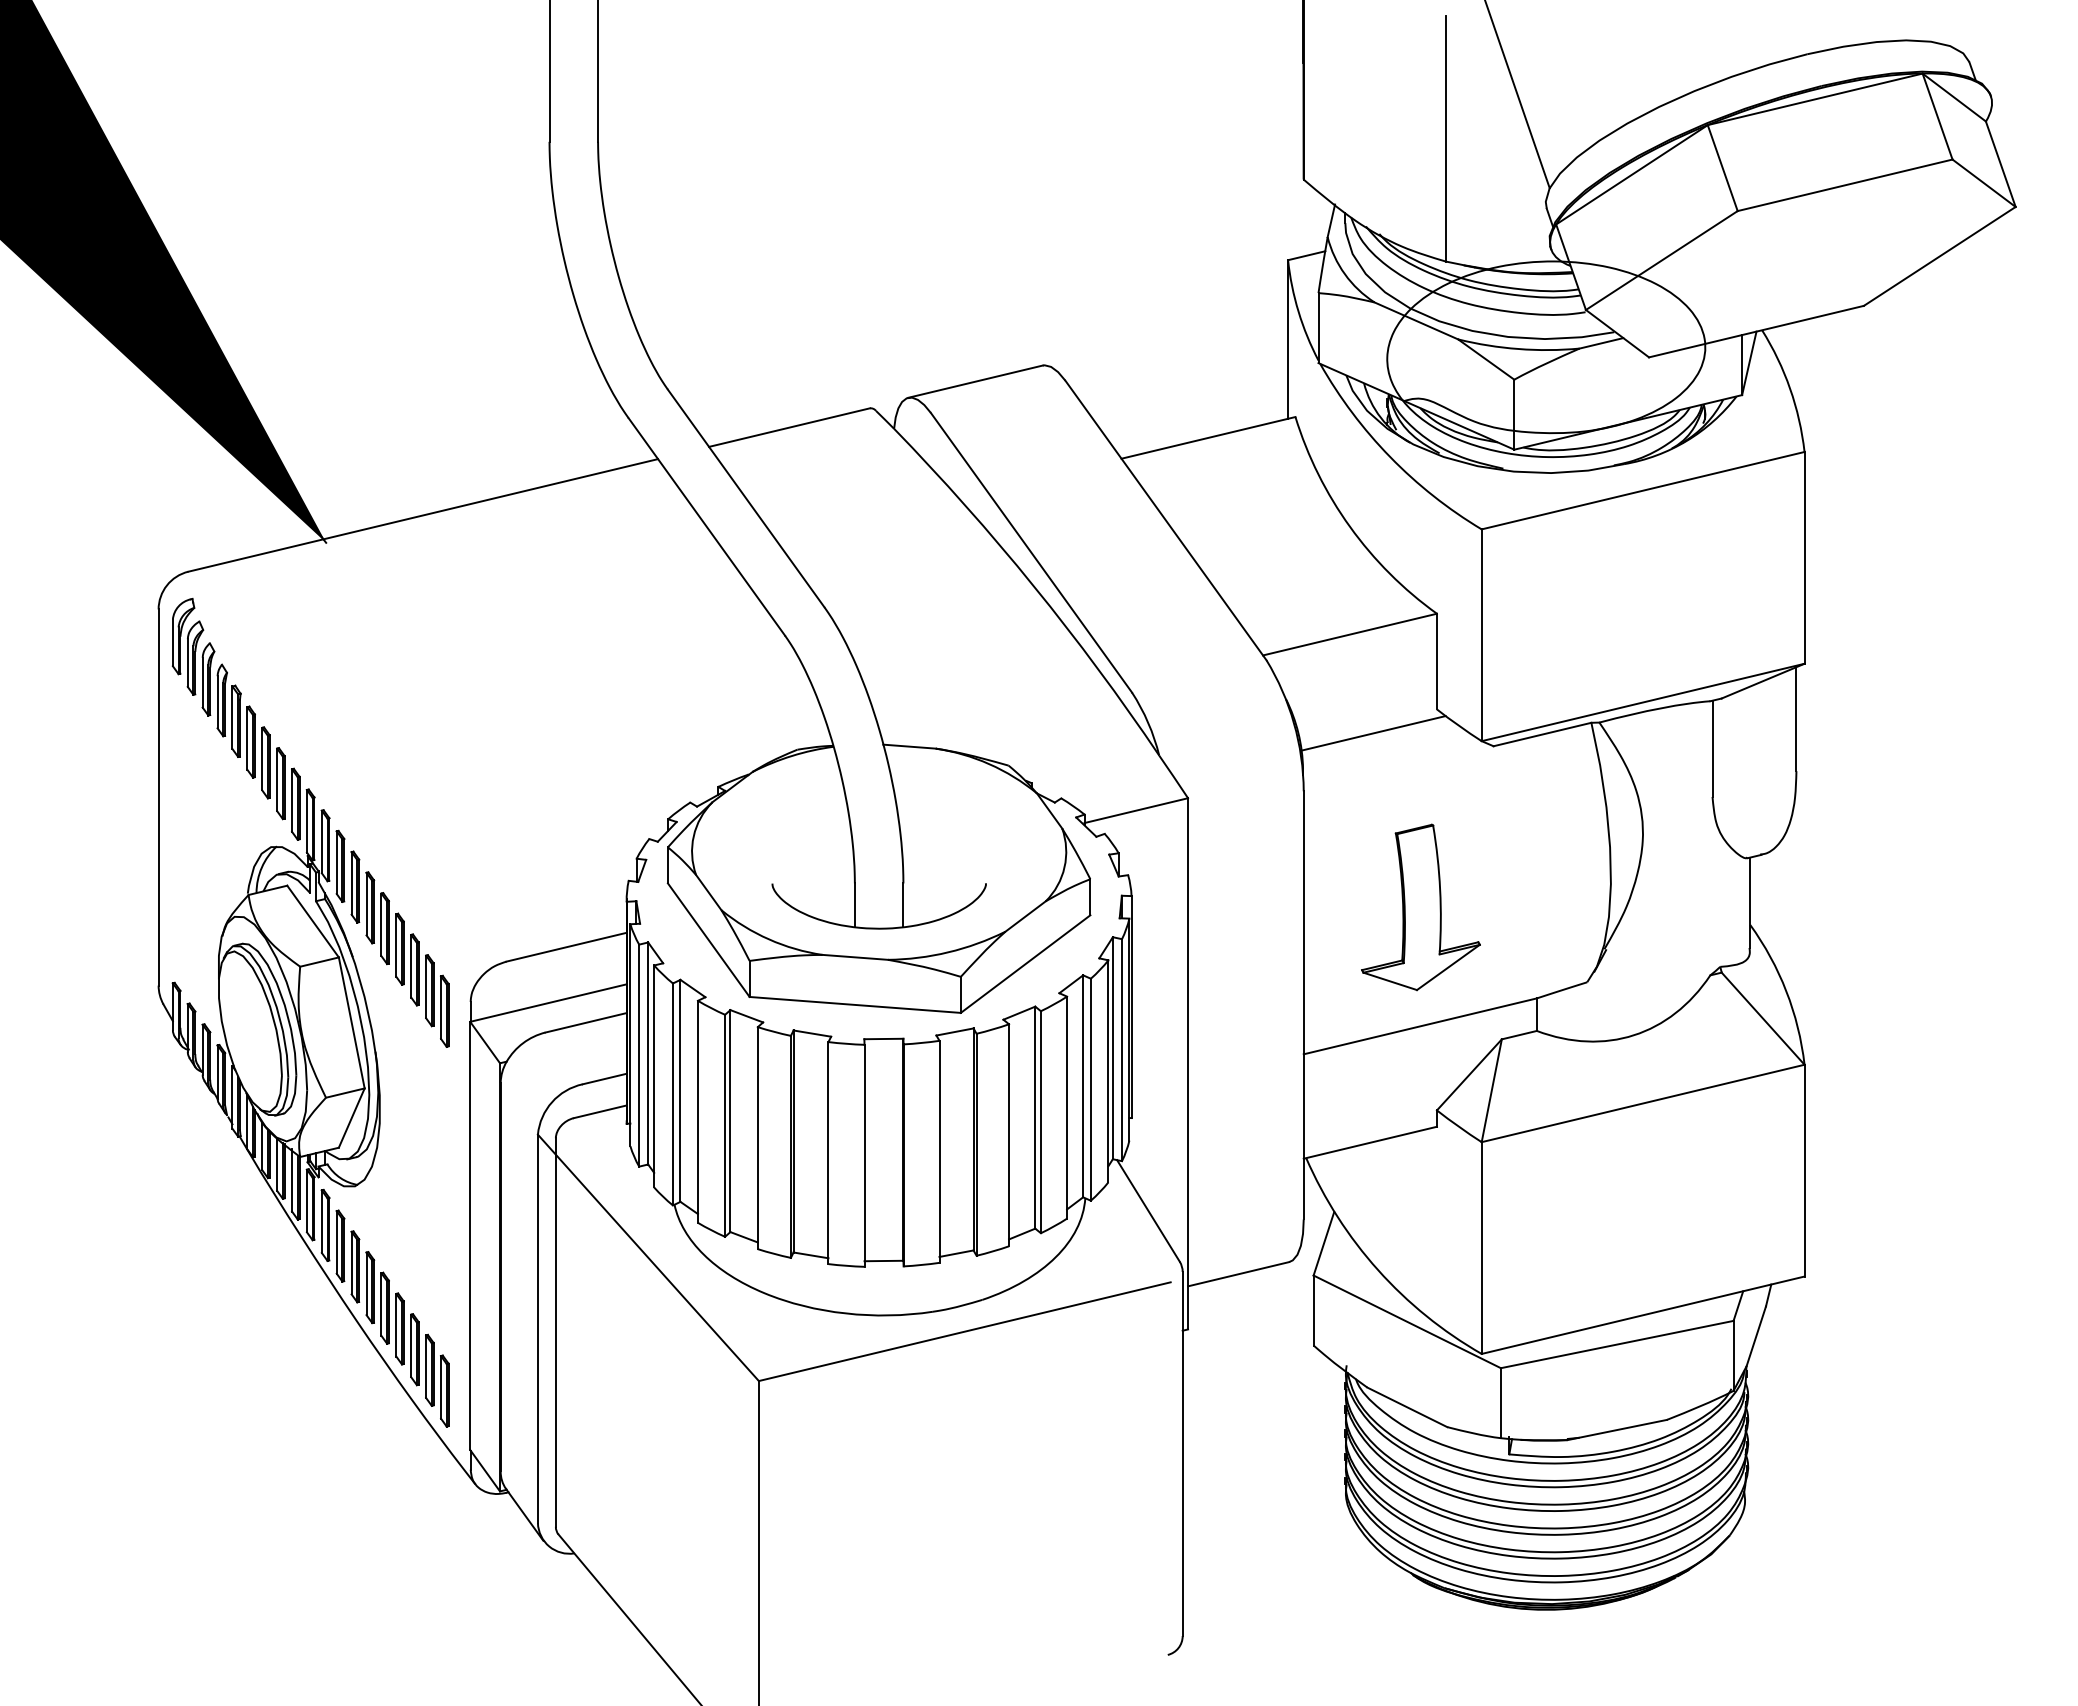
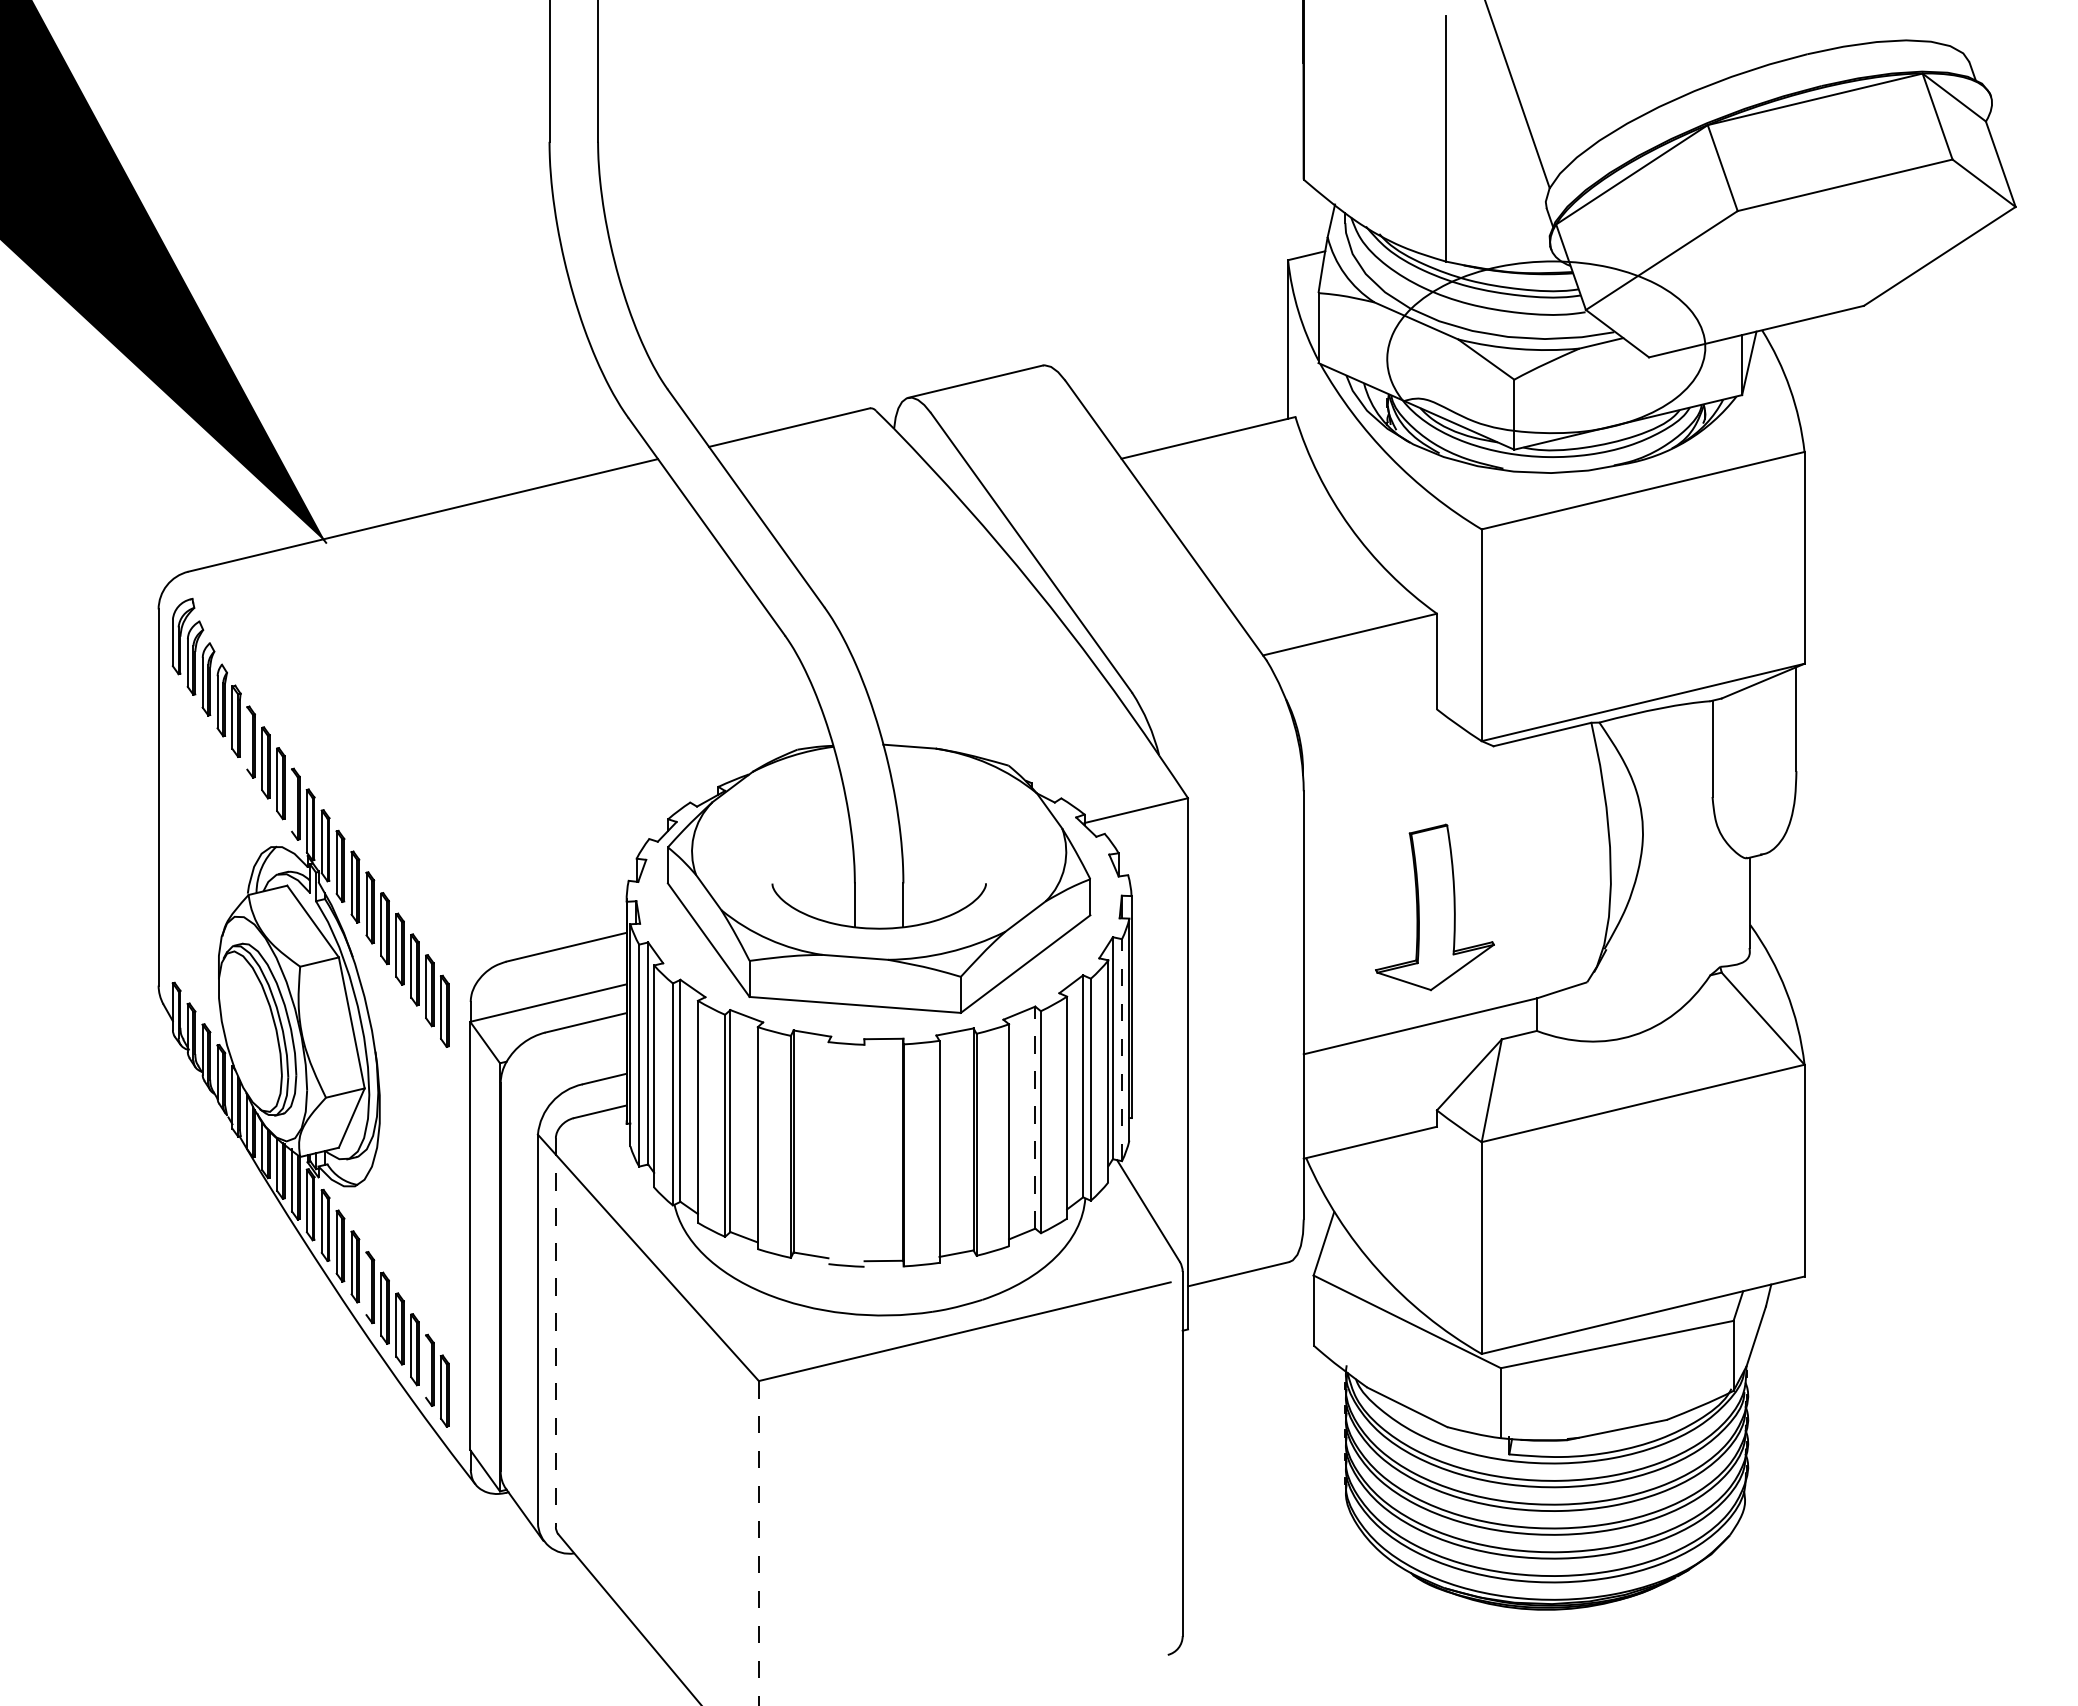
line at (1373, 733): present -> none
line at (247, 738): present -> none
line at (292, 800): present -> none
part at (1420, 907) position: (1420, 907) -> (1434, 907)
line at (1121, 1049): solid -> dashed
line at (1035, 1117): solid -> dashed
line at (828, 1153): present -> none
line at (864, 1155): present -> none
line at (366, 1283): present -> none
line at (555, 1333): solid -> dashed
line at (426, 1366): present -> none
line at (758, 1543): solid -> dashed
